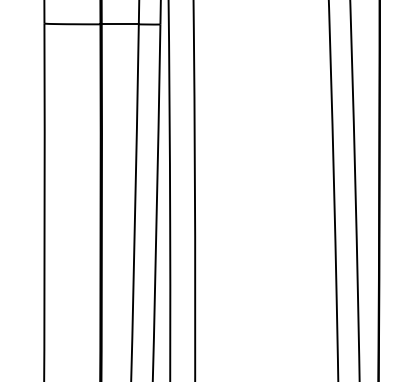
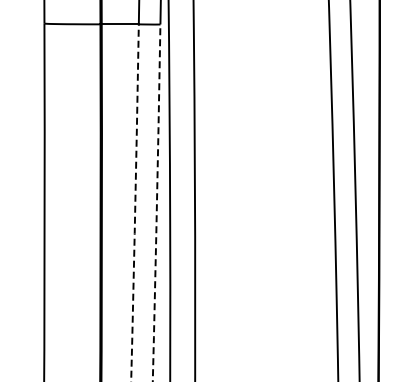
arc at (135, 203): solid -> dashed
arc at (156, 203): solid -> dashed
